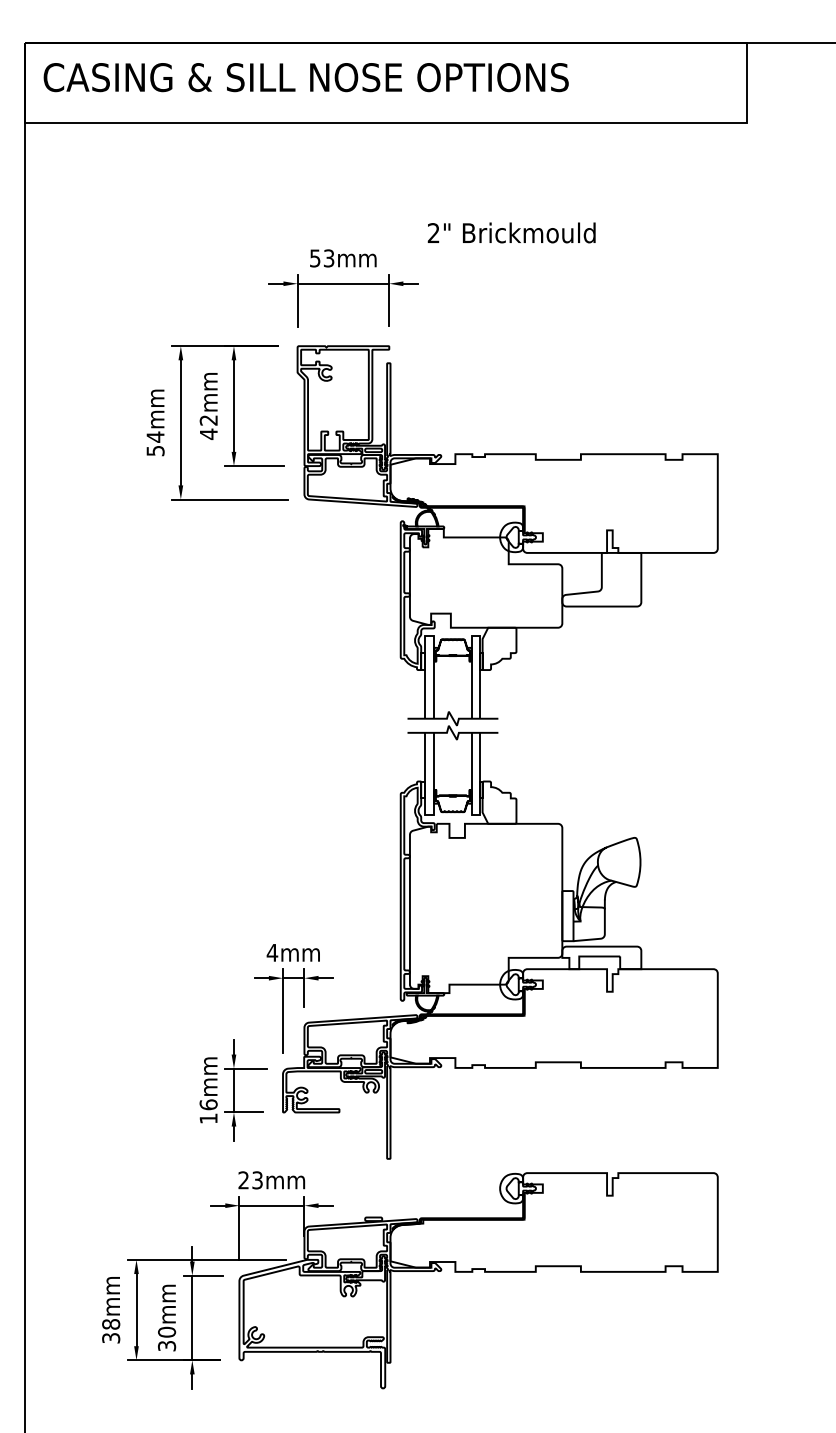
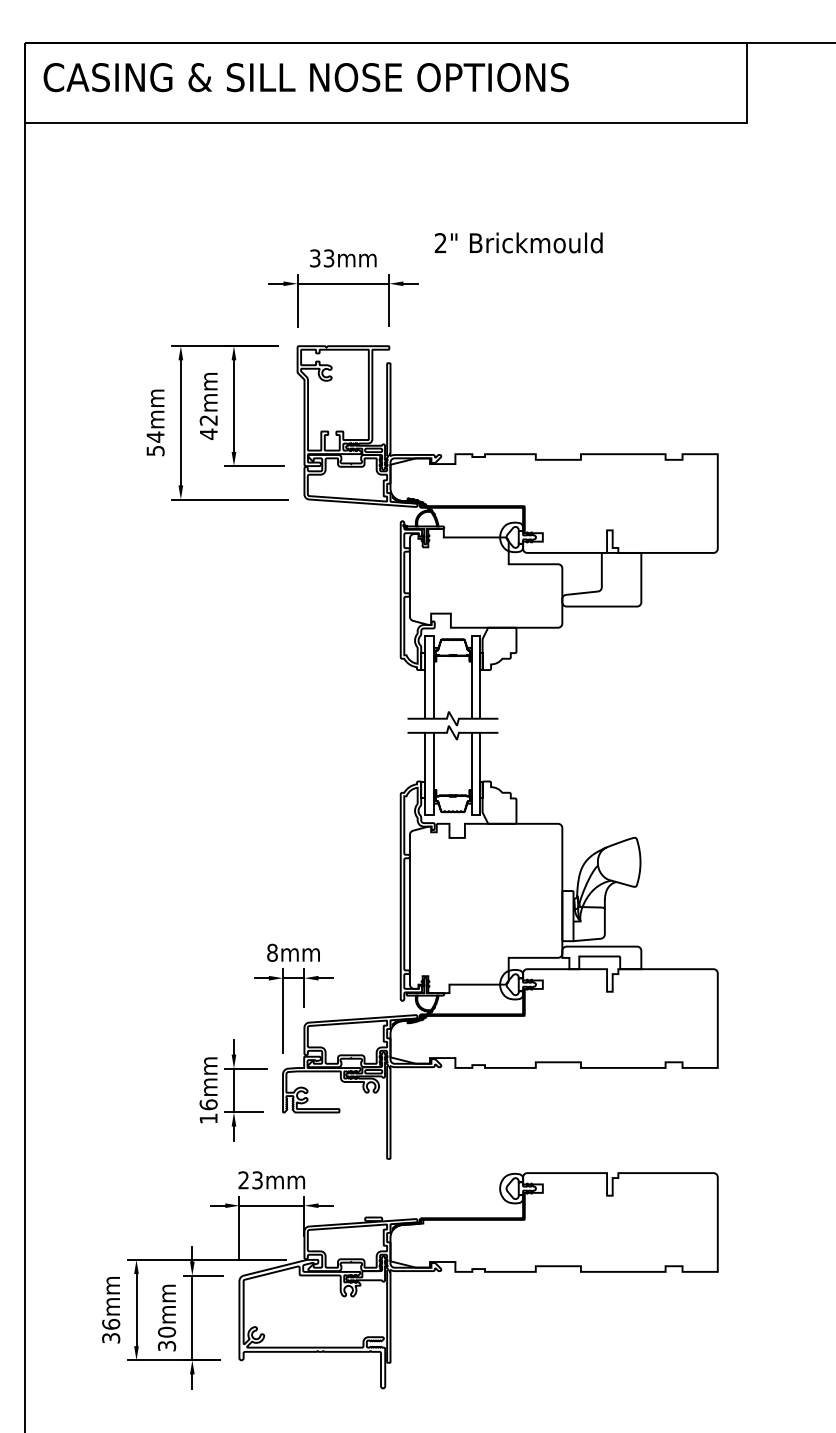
text at (511, 232) position: (511, 232) -> (518, 242)
text at (315, 257): 53mm -> 33mm
text at (272, 952): 4mm -> 8mm
text at (111, 1323): 38mm -> 36mm
